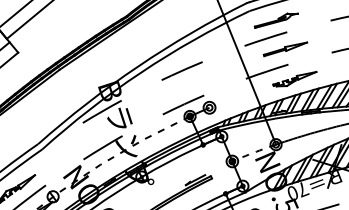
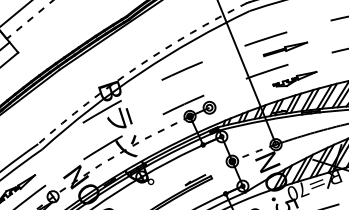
line at (29, 19): solid -> dashed
part at (275, 20): present -> none
arc at (138, 66): solid -> dashed
